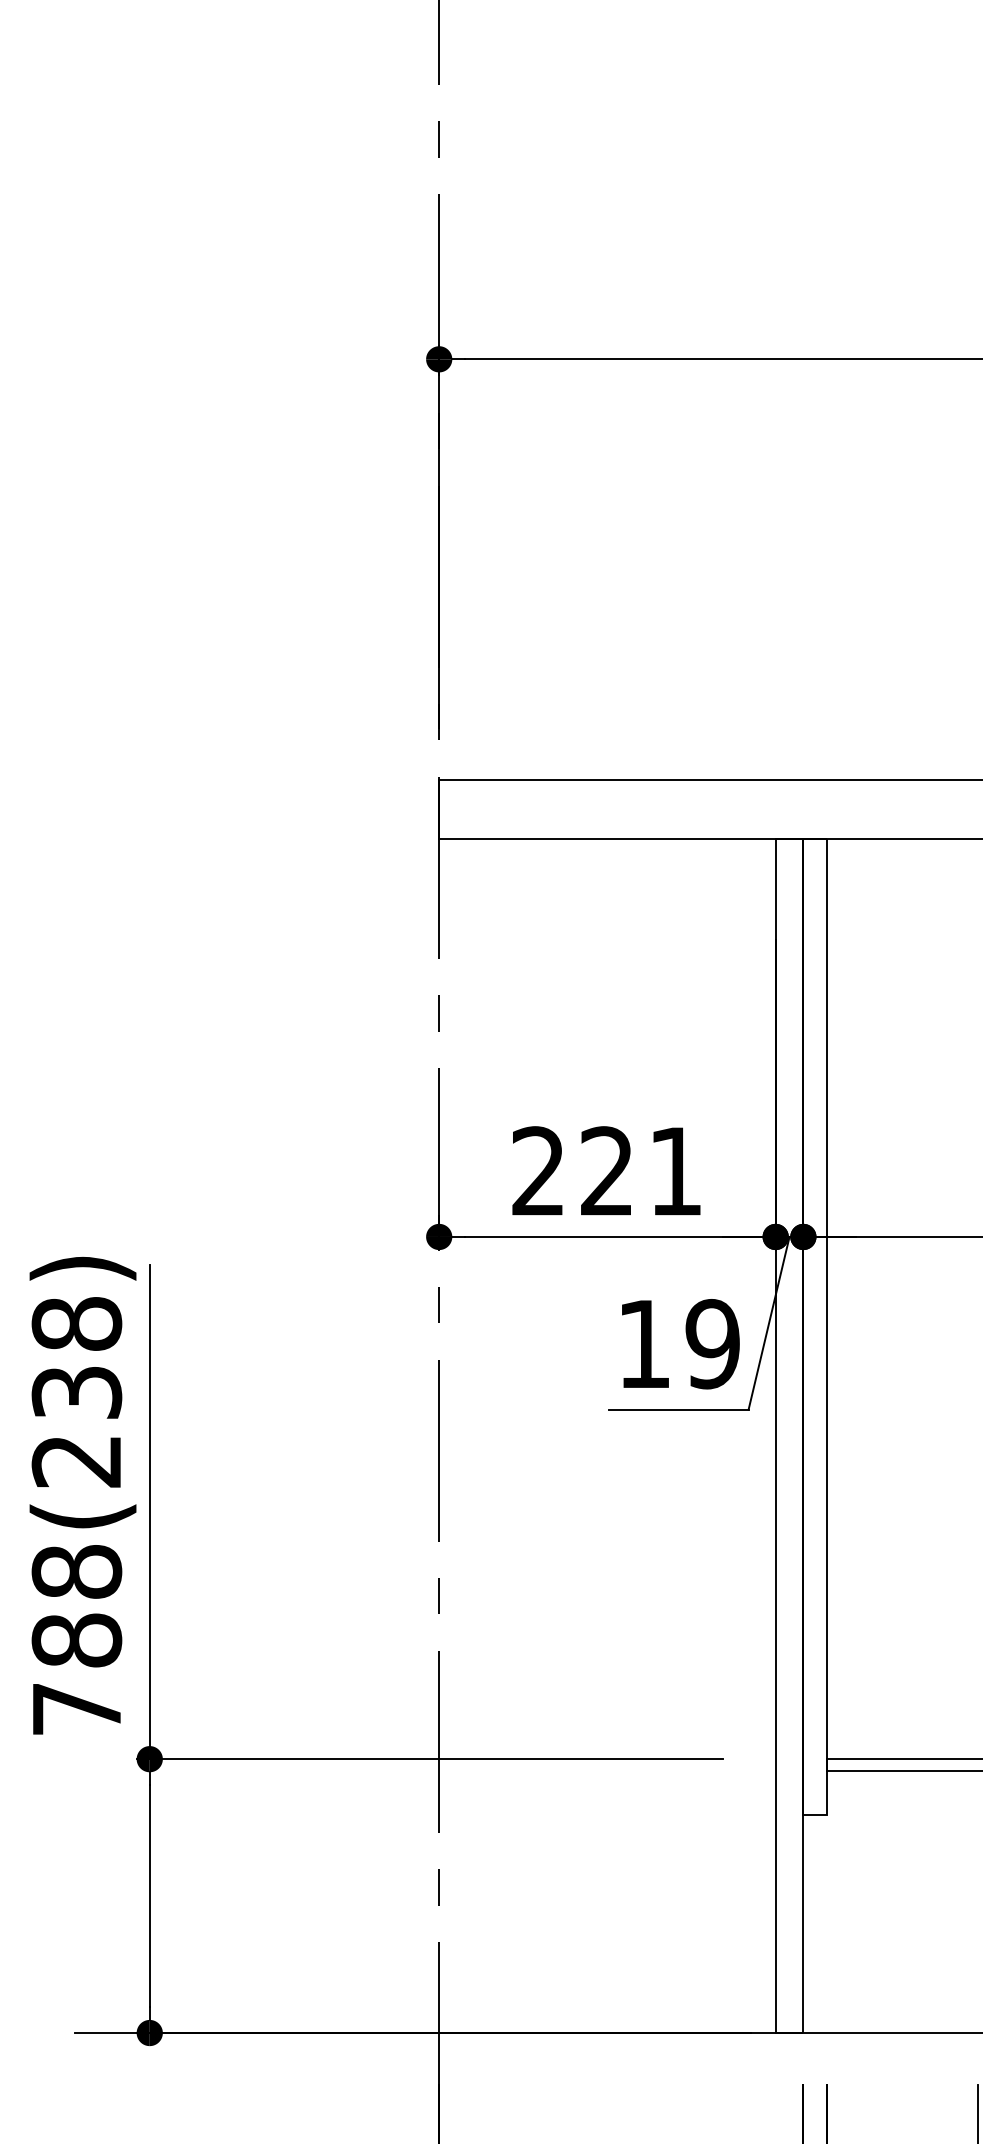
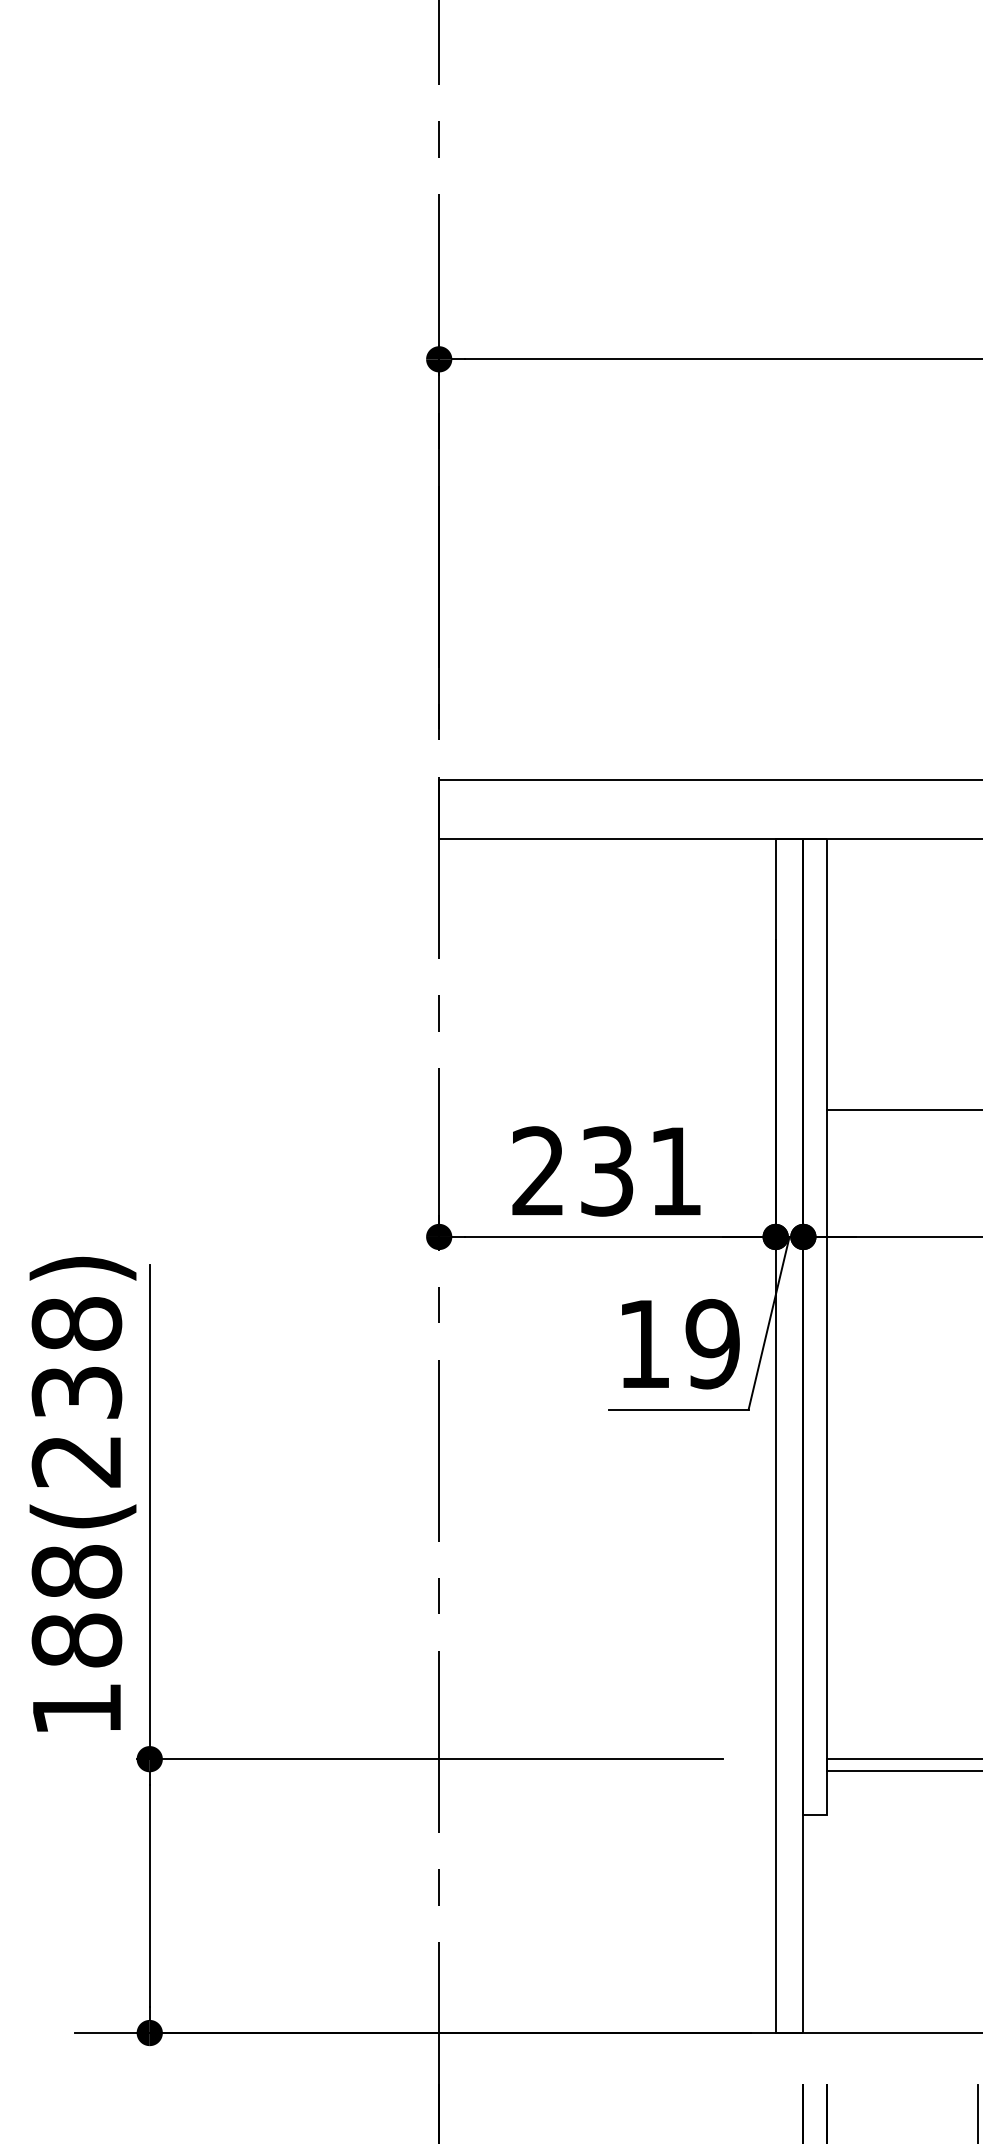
line at (902, 1109): none -> present
text at (607, 1171): 221 -> 231
text at (76, 1709): 788(238) -> 188(238)
